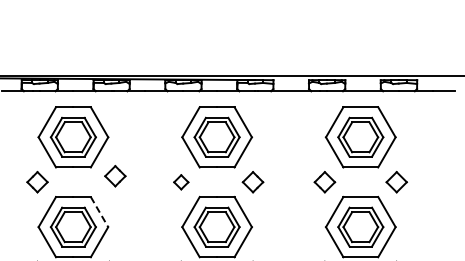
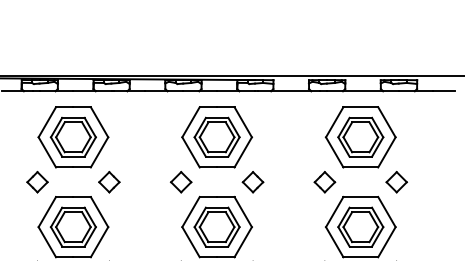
part at (115, 176) position: (115, 176) -> (109, 182)
part at (181, 182) size: 17x17 px -> 23x23 px
line at (99, 212): dashed -> solid
